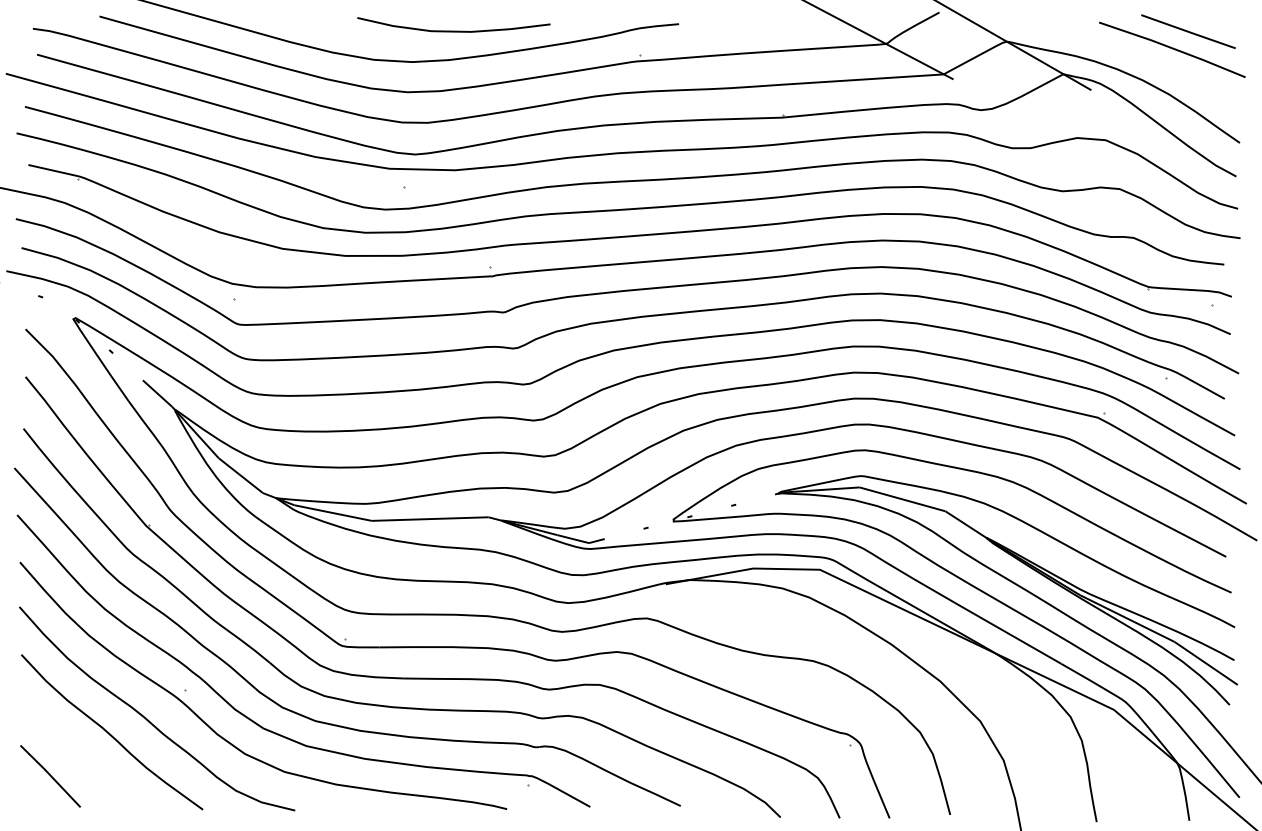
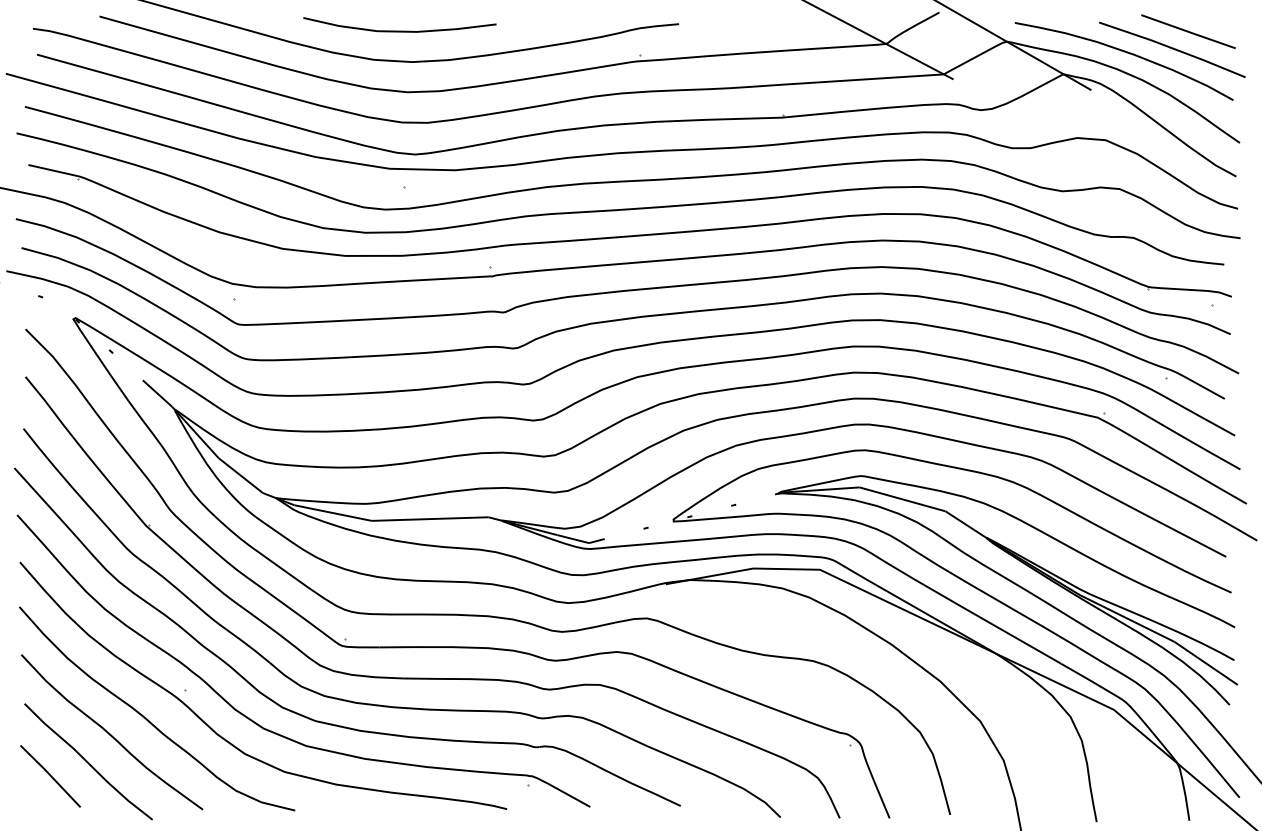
curve at (453, 30) position: (453, 30) -> (399, 30)
curve at (1126, 53): none -> present
curve at (88, 761): none -> present
